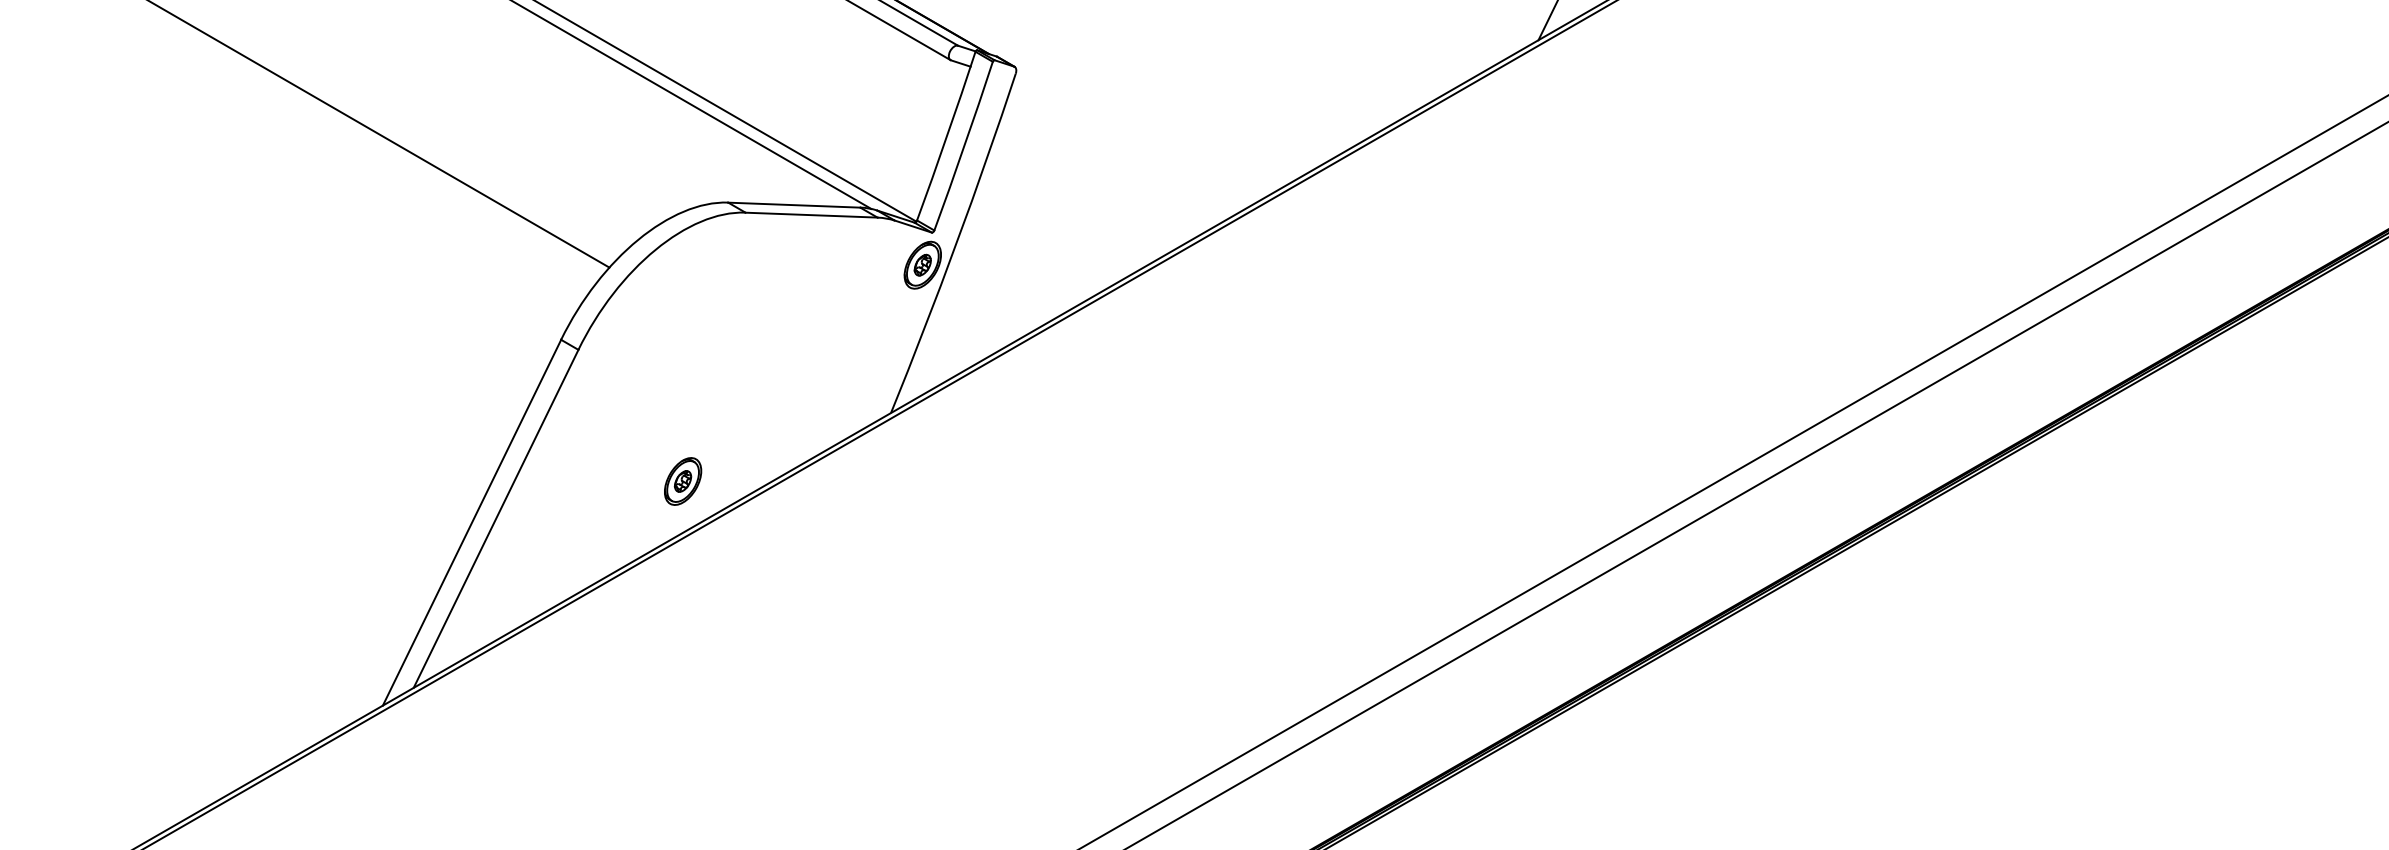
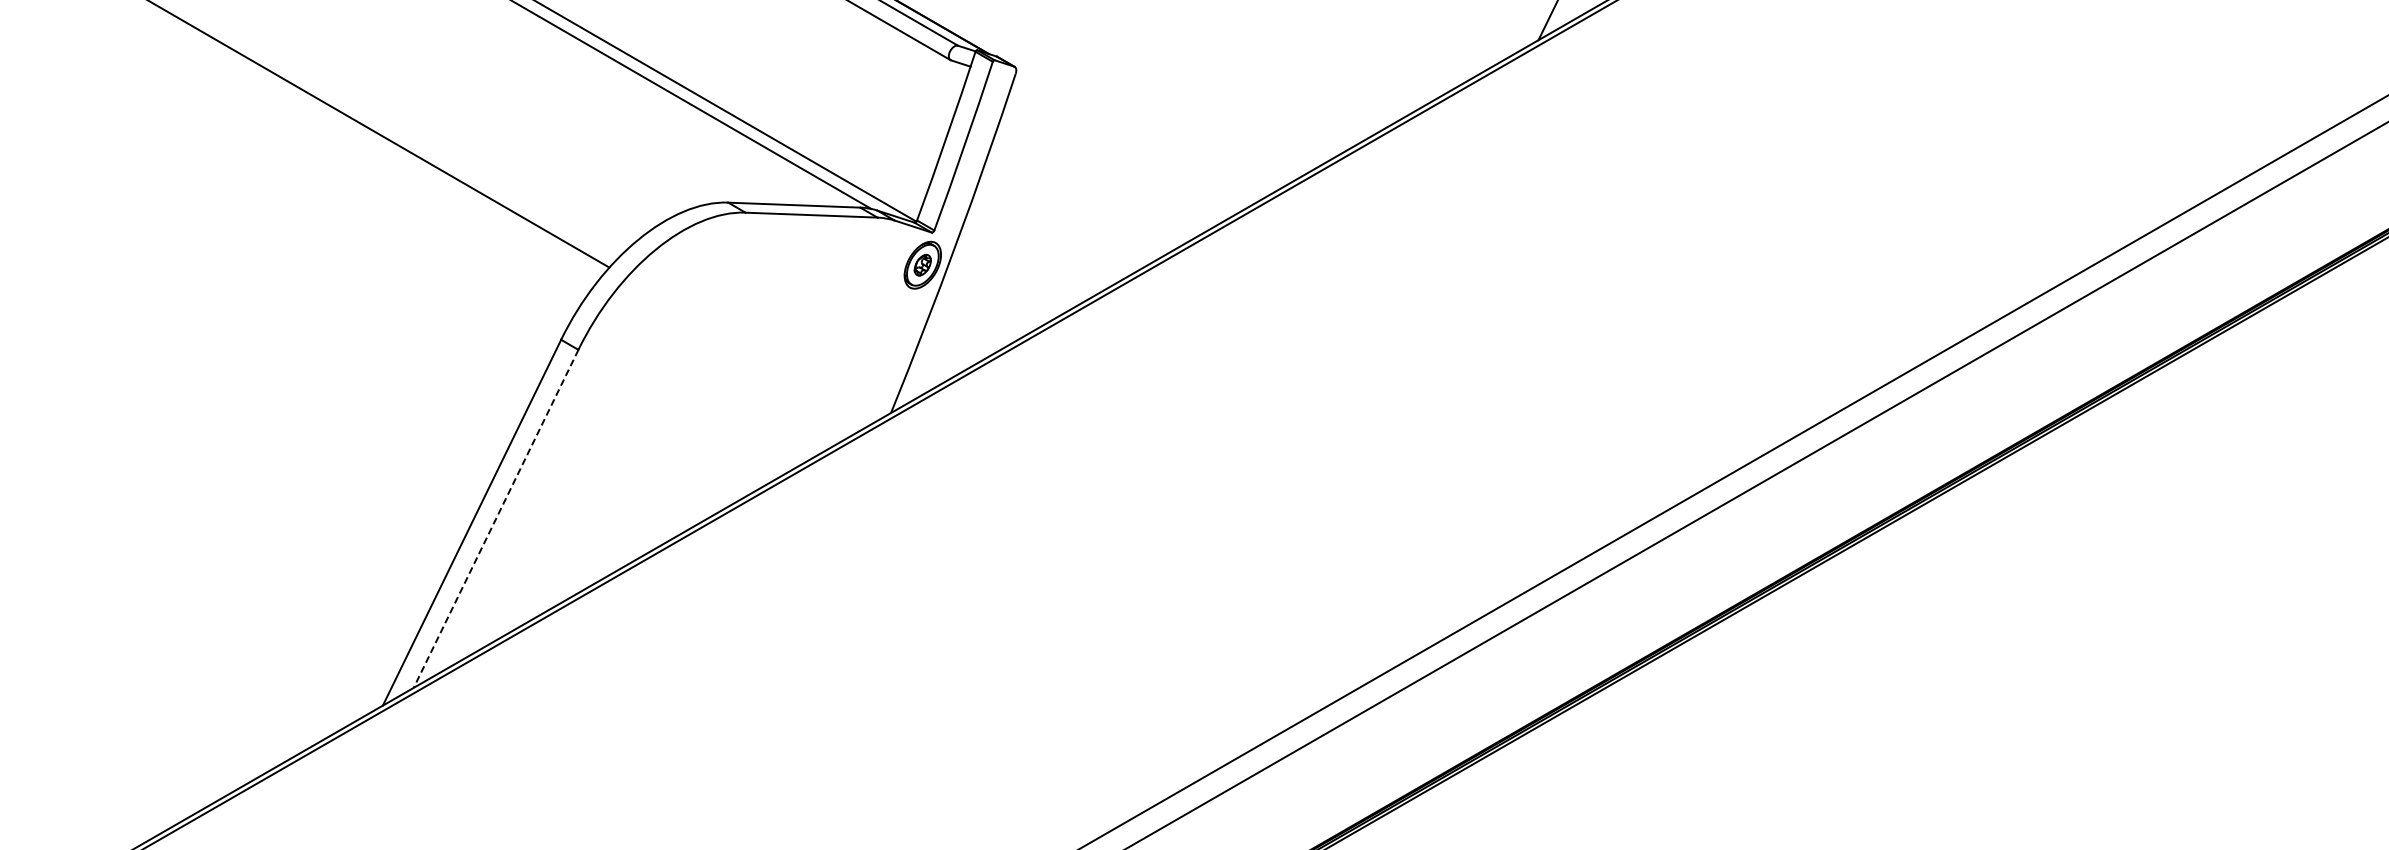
part at (683, 481): present -> none
line at (495, 519): solid -> dashed
